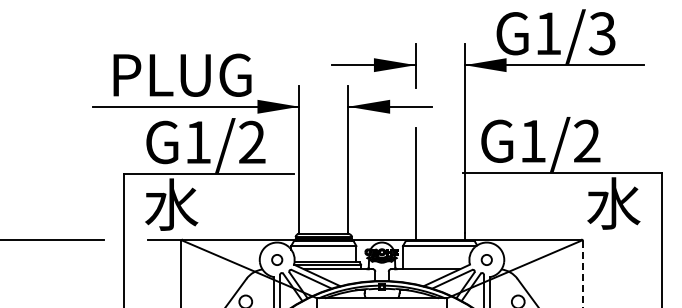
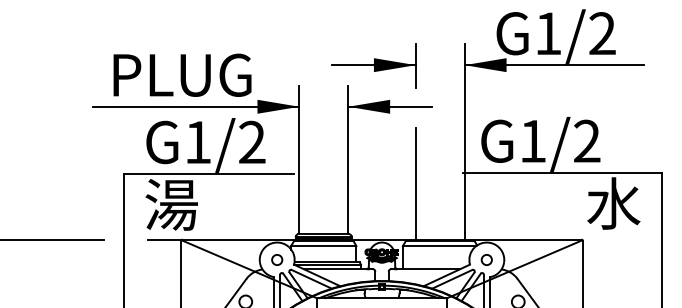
text at (601, 33): G1/3 -> G1/2
text at (171, 204): 水 -> 湯
line at (582, 274): dashed -> solid
